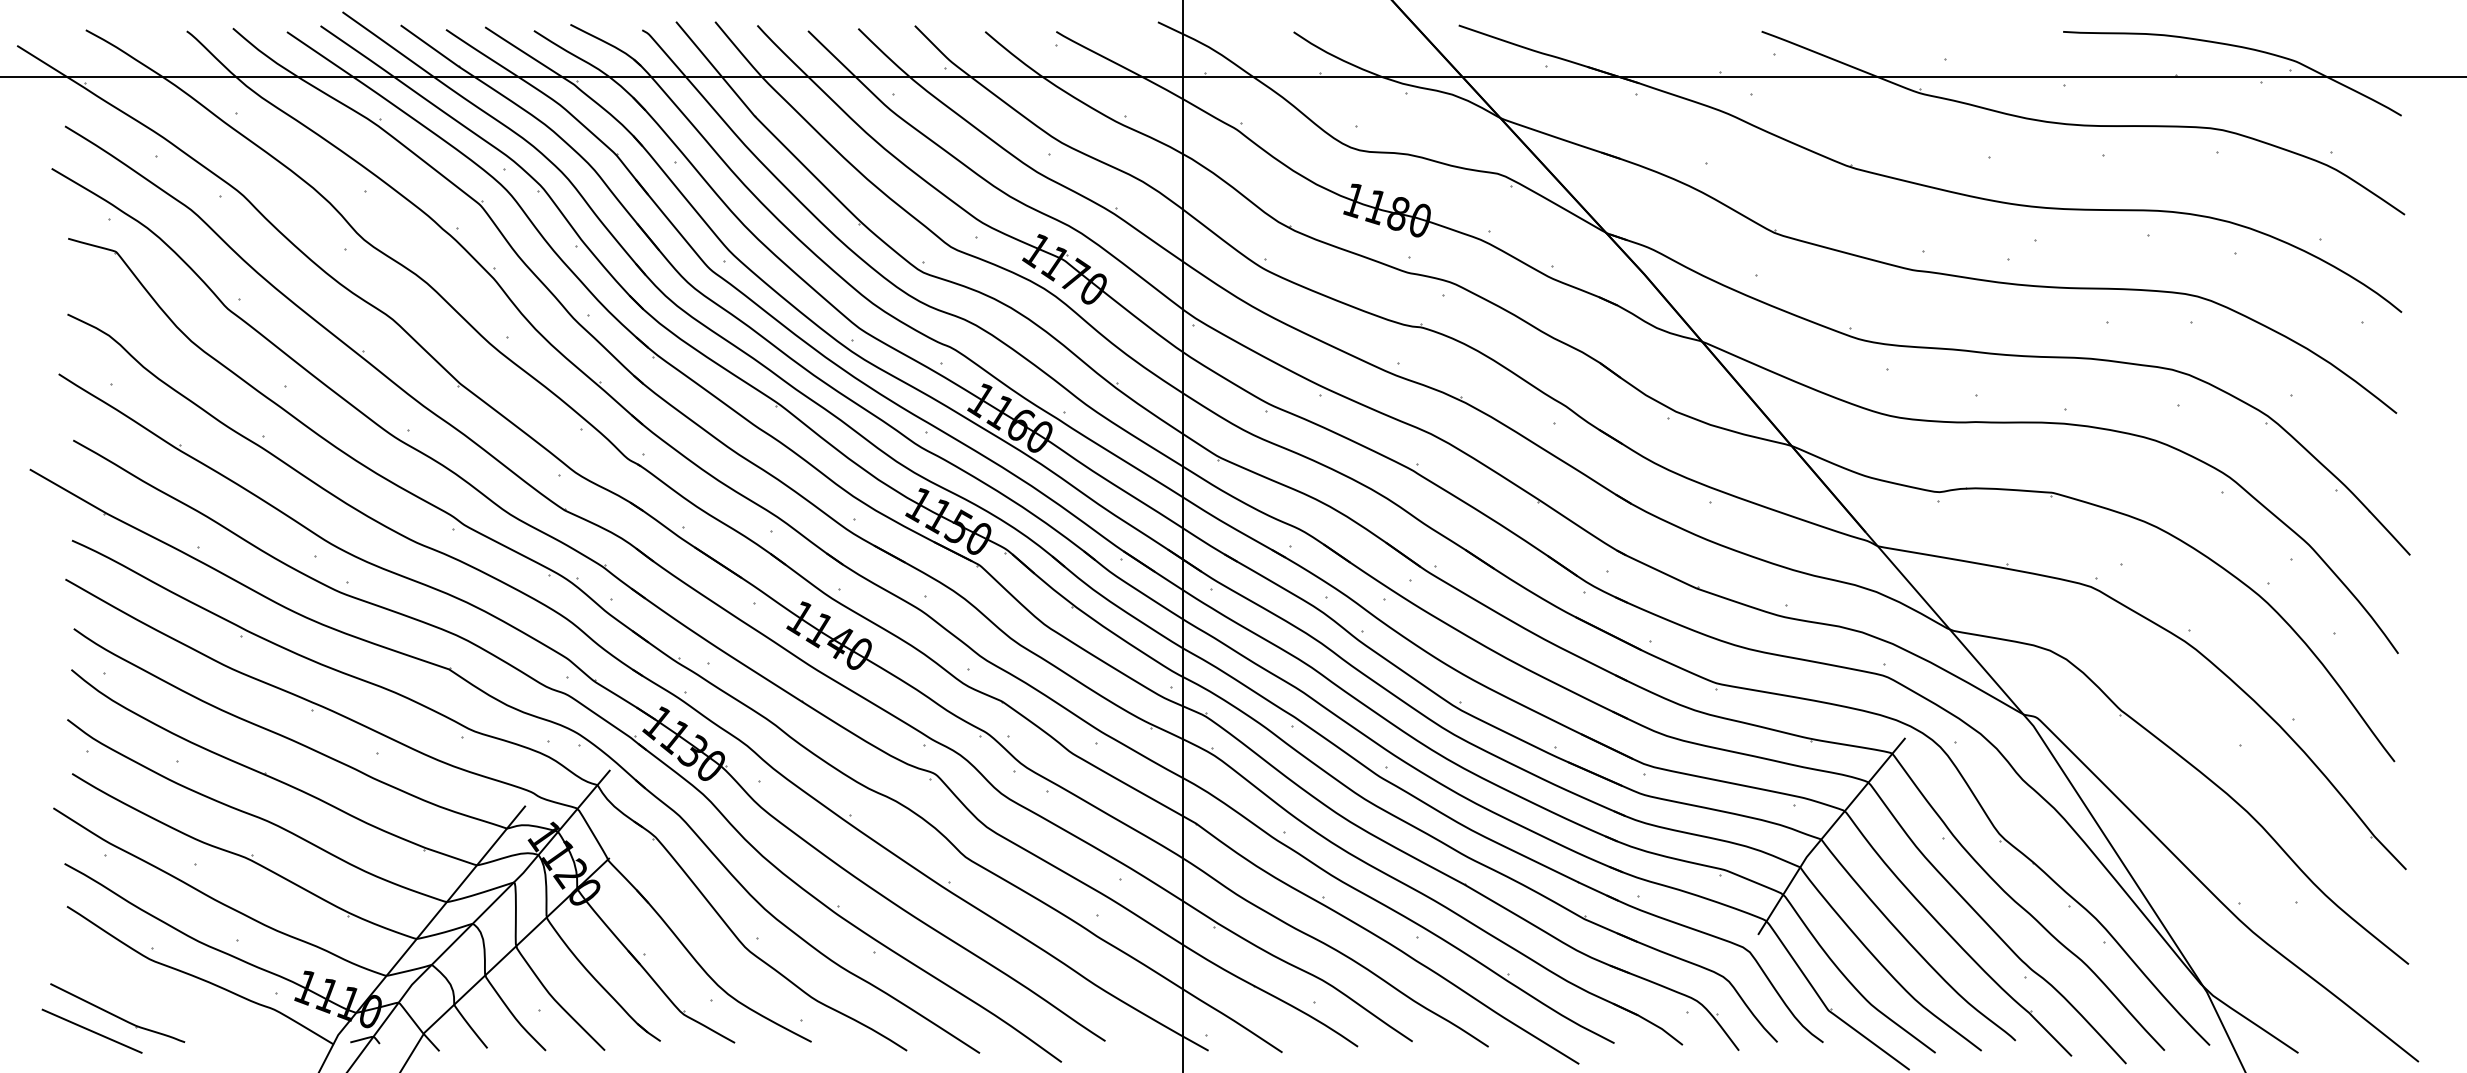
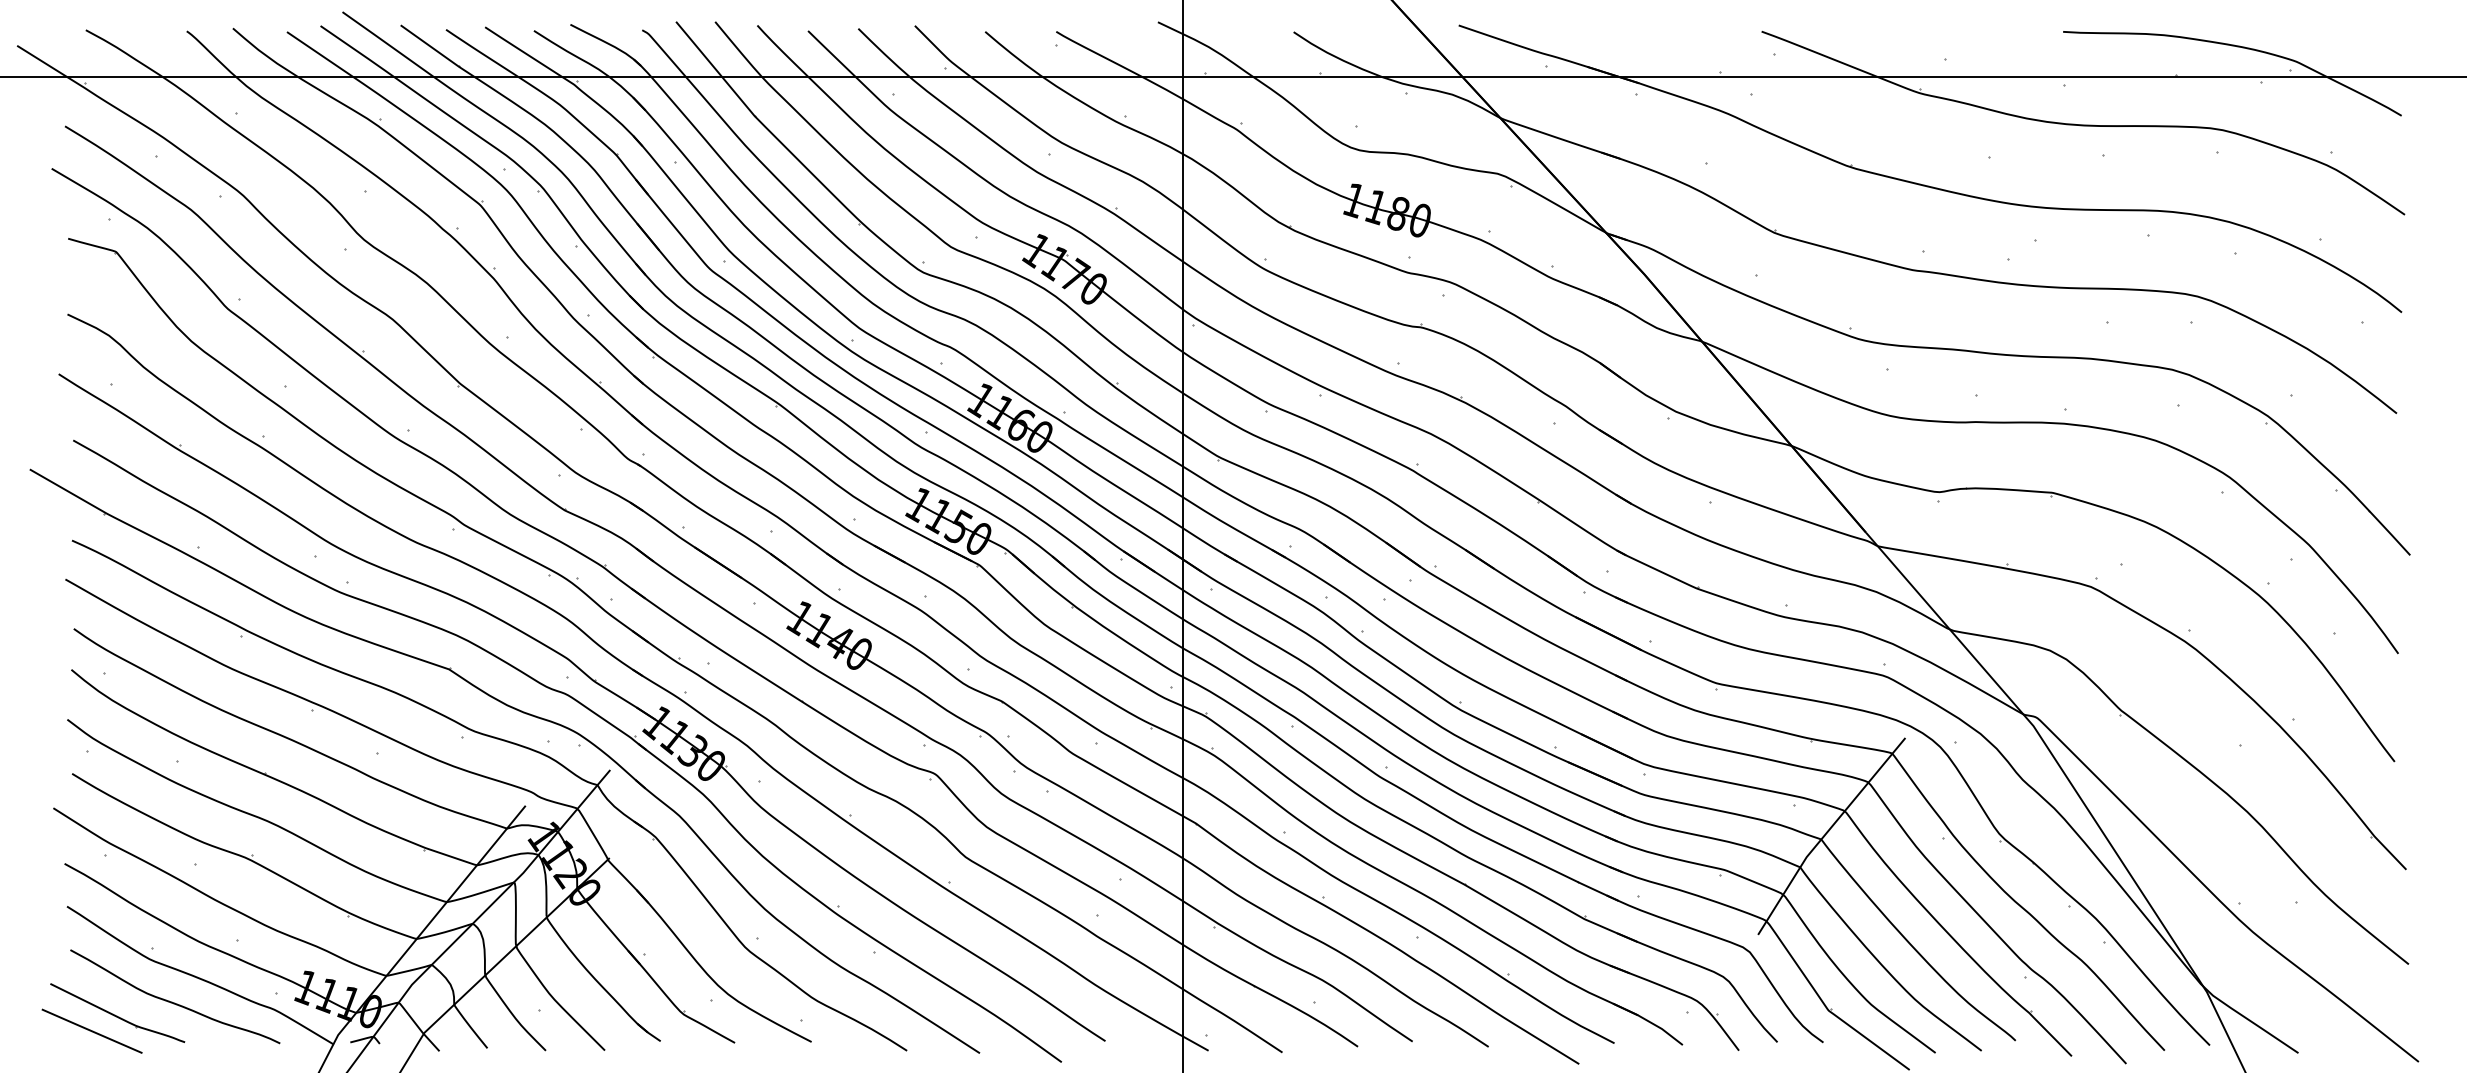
curve at (172, 1001): none -> present
